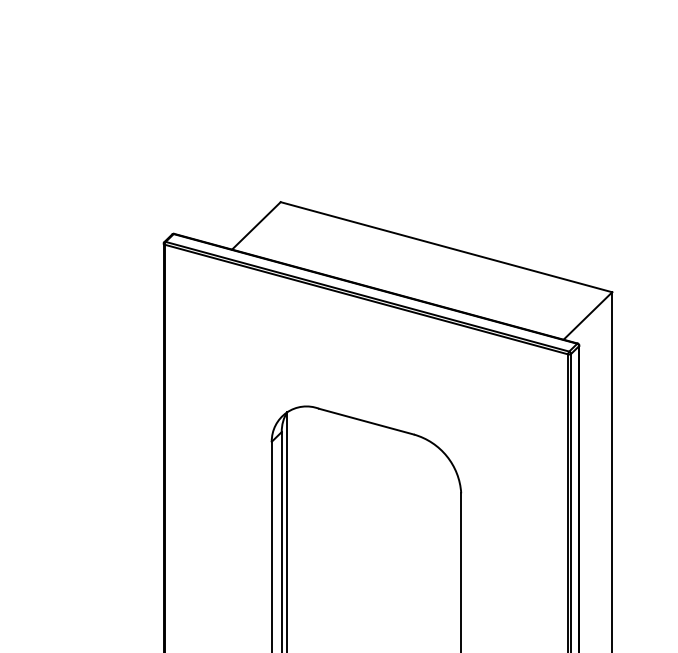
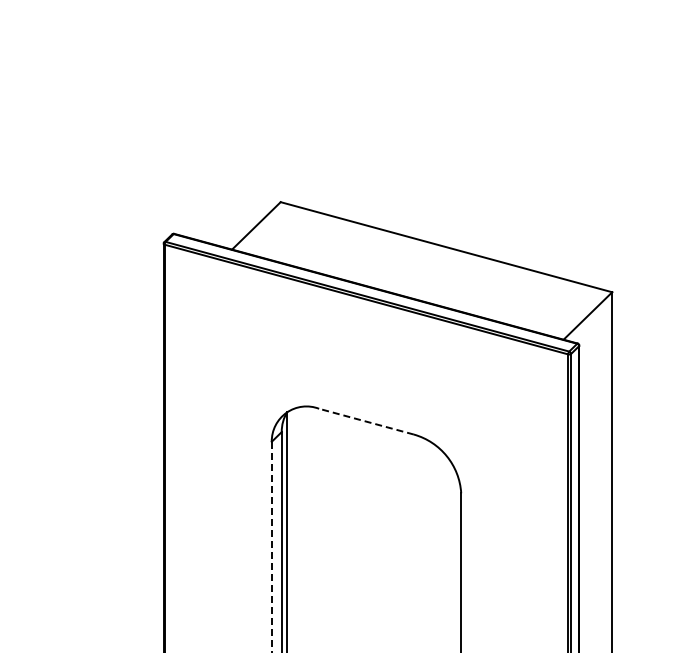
line at (366, 421): solid -> dashed
line at (271, 547): solid -> dashed
